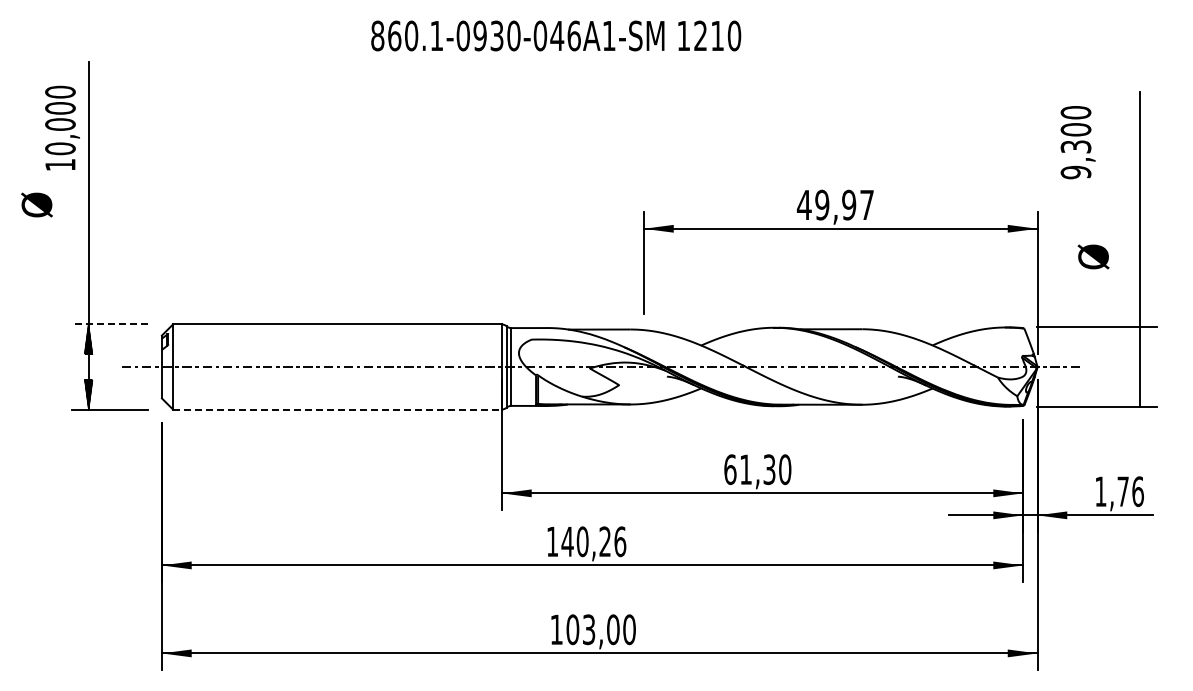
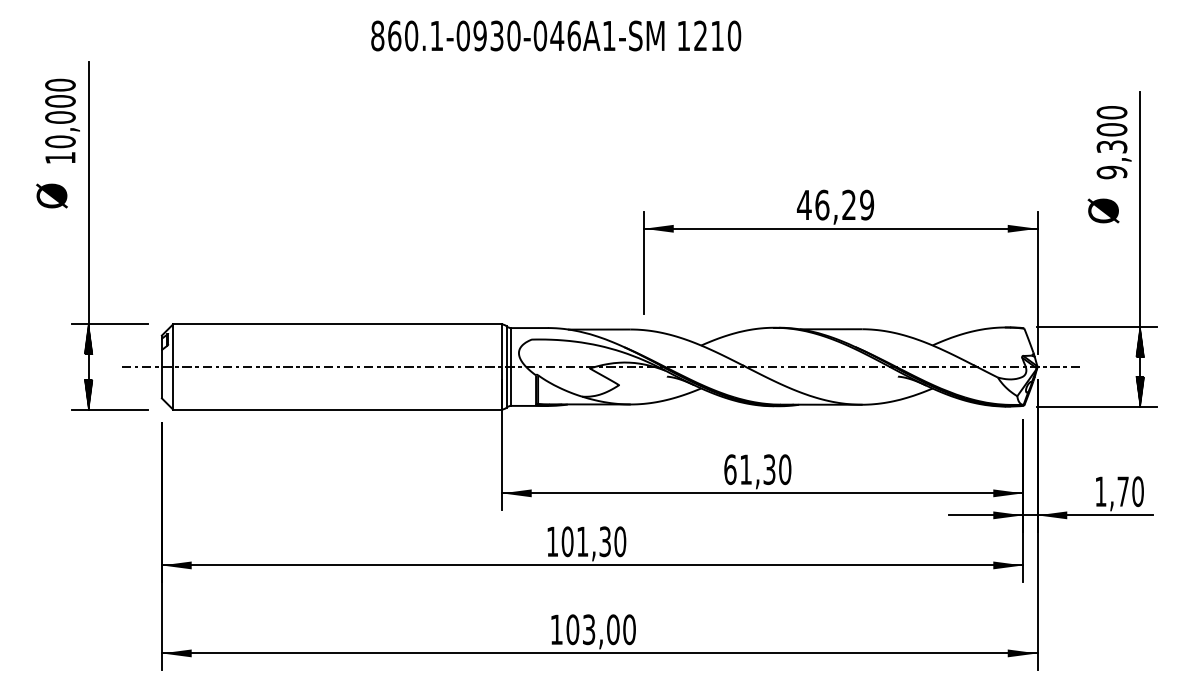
text at (62, 127) position: (62, 127) -> (62, 120)
text at (1077, 142) position: (1077, 142) -> (1113, 142)
text at (36, 204) position: (36, 204) -> (51, 195)
text at (844, 204): 49,97 -> 46,29
text at (1093, 256) position: (1093, 256) -> (1103, 210)
line at (109, 324): dashed -> solid
hatch at (1140, 342): none -> present
hatch at (1140, 391): none -> present
line at (337, 409): dashed -> solid
text at (1137, 491): 1,76 -> 1,70
text at (593, 541): 140,26 -> 101,30
